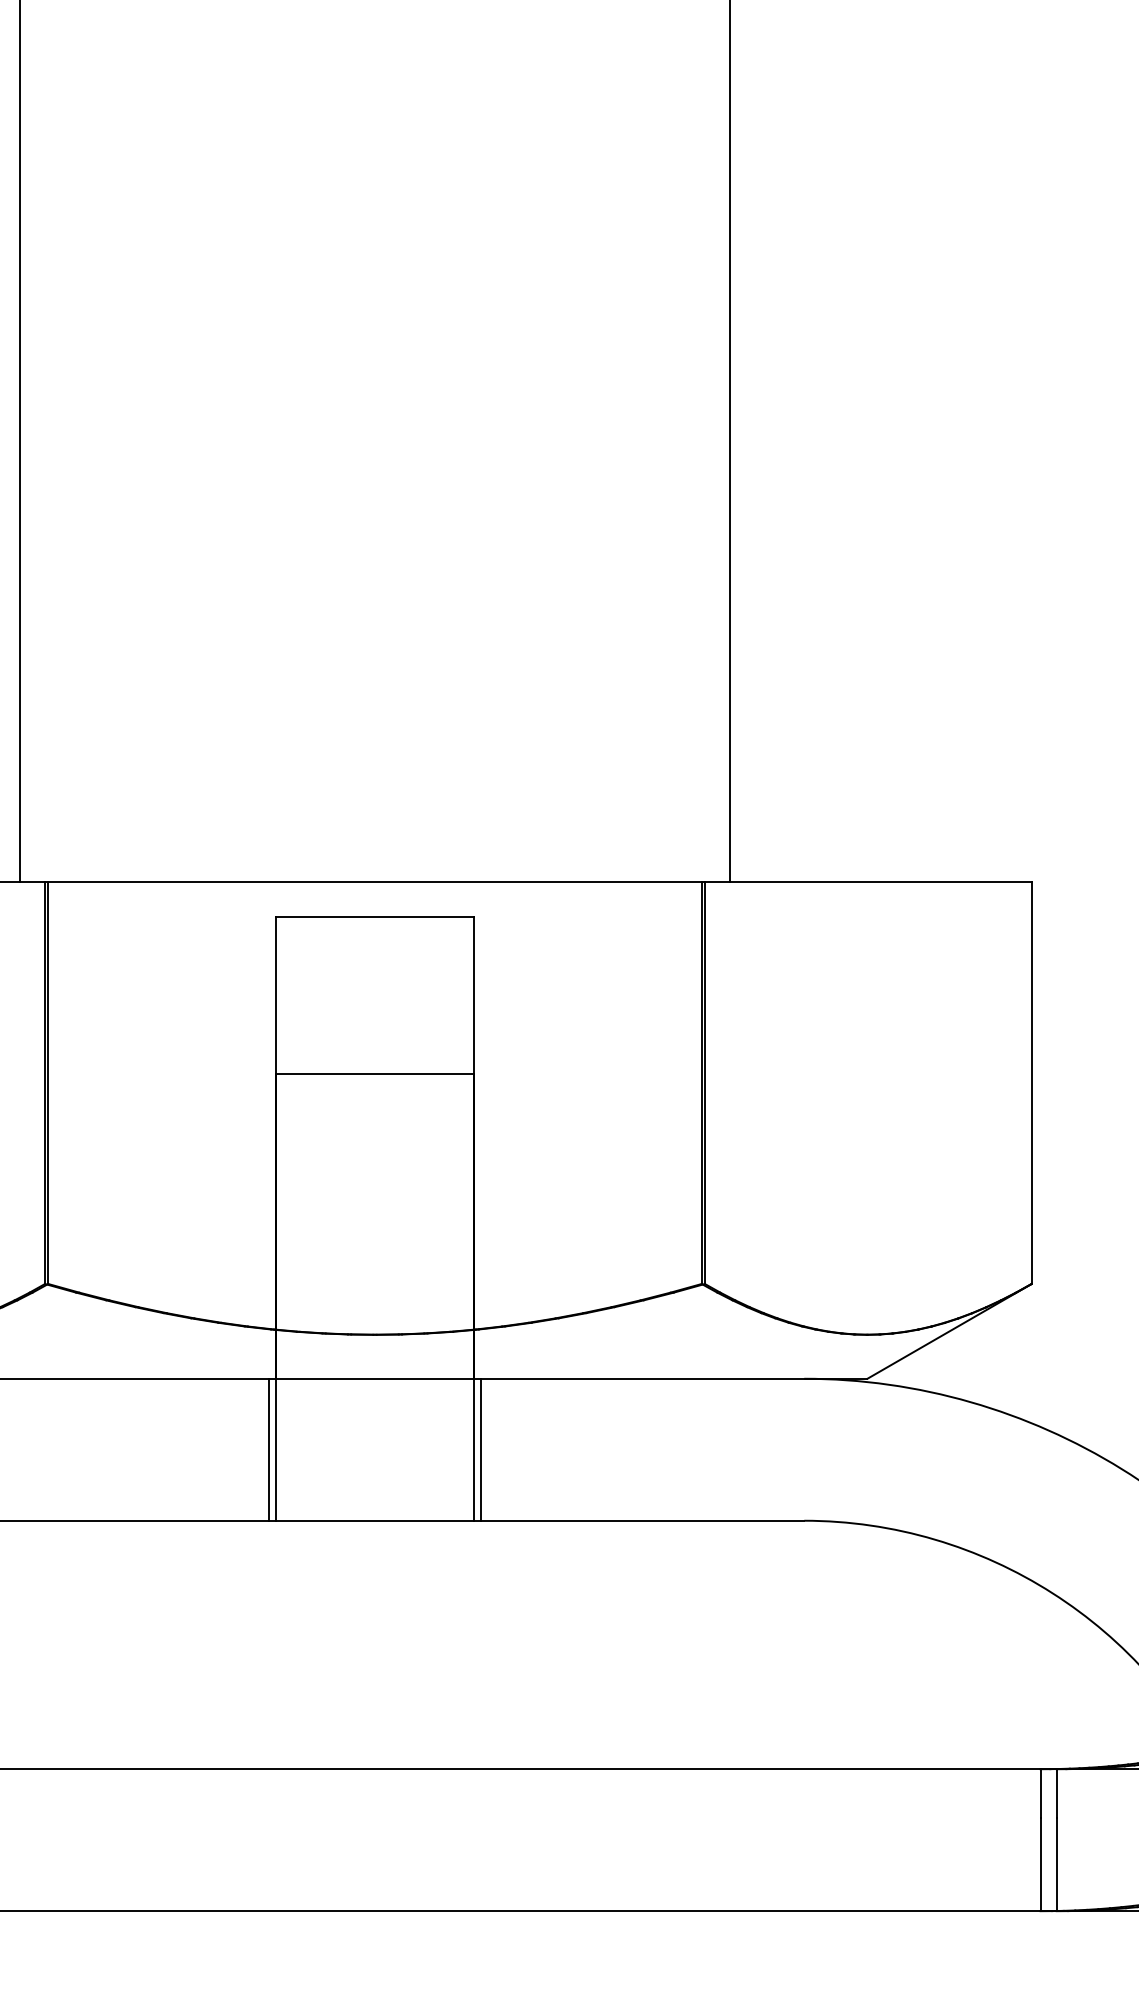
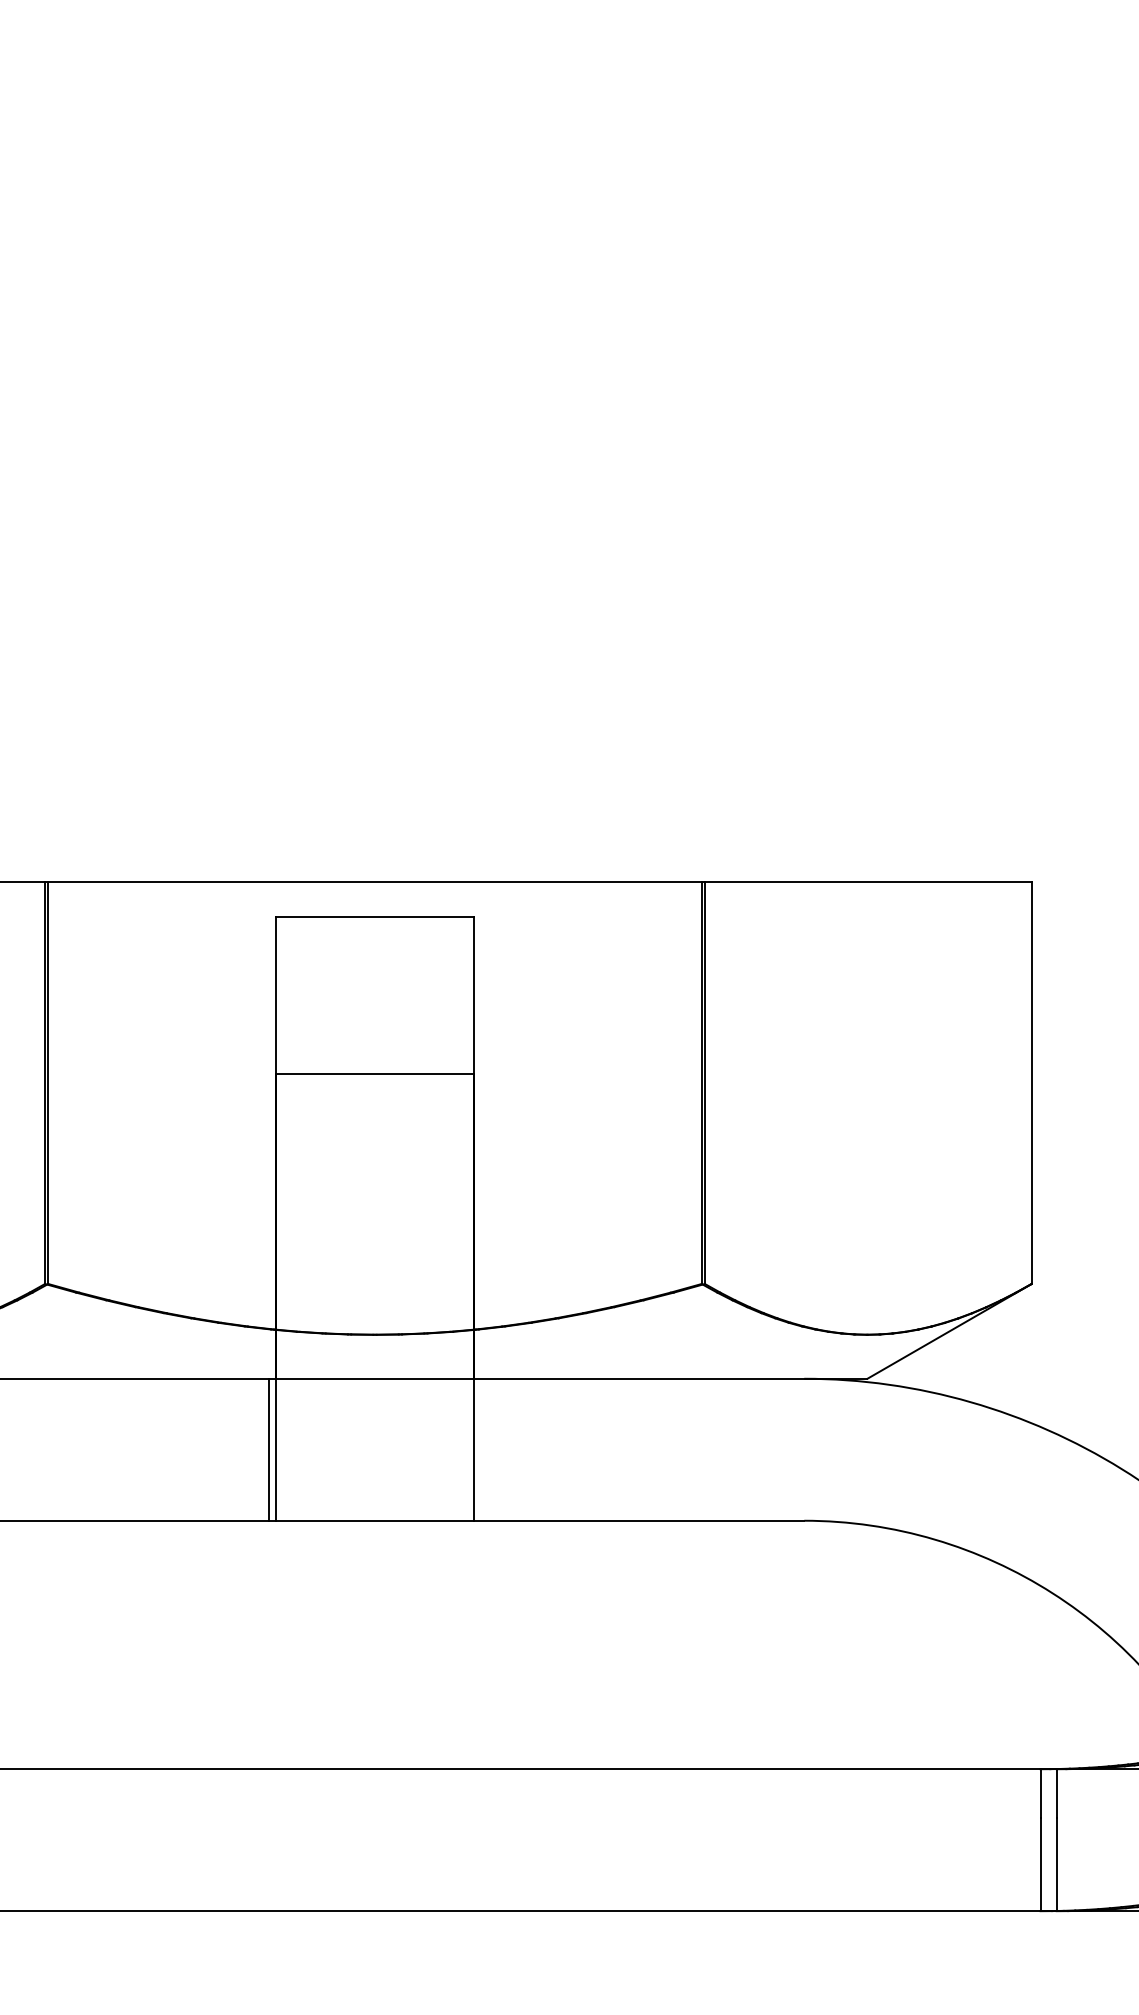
line at (20, 441): present -> none
line at (729, 441): present -> none
line at (481, 1449): present -> none
